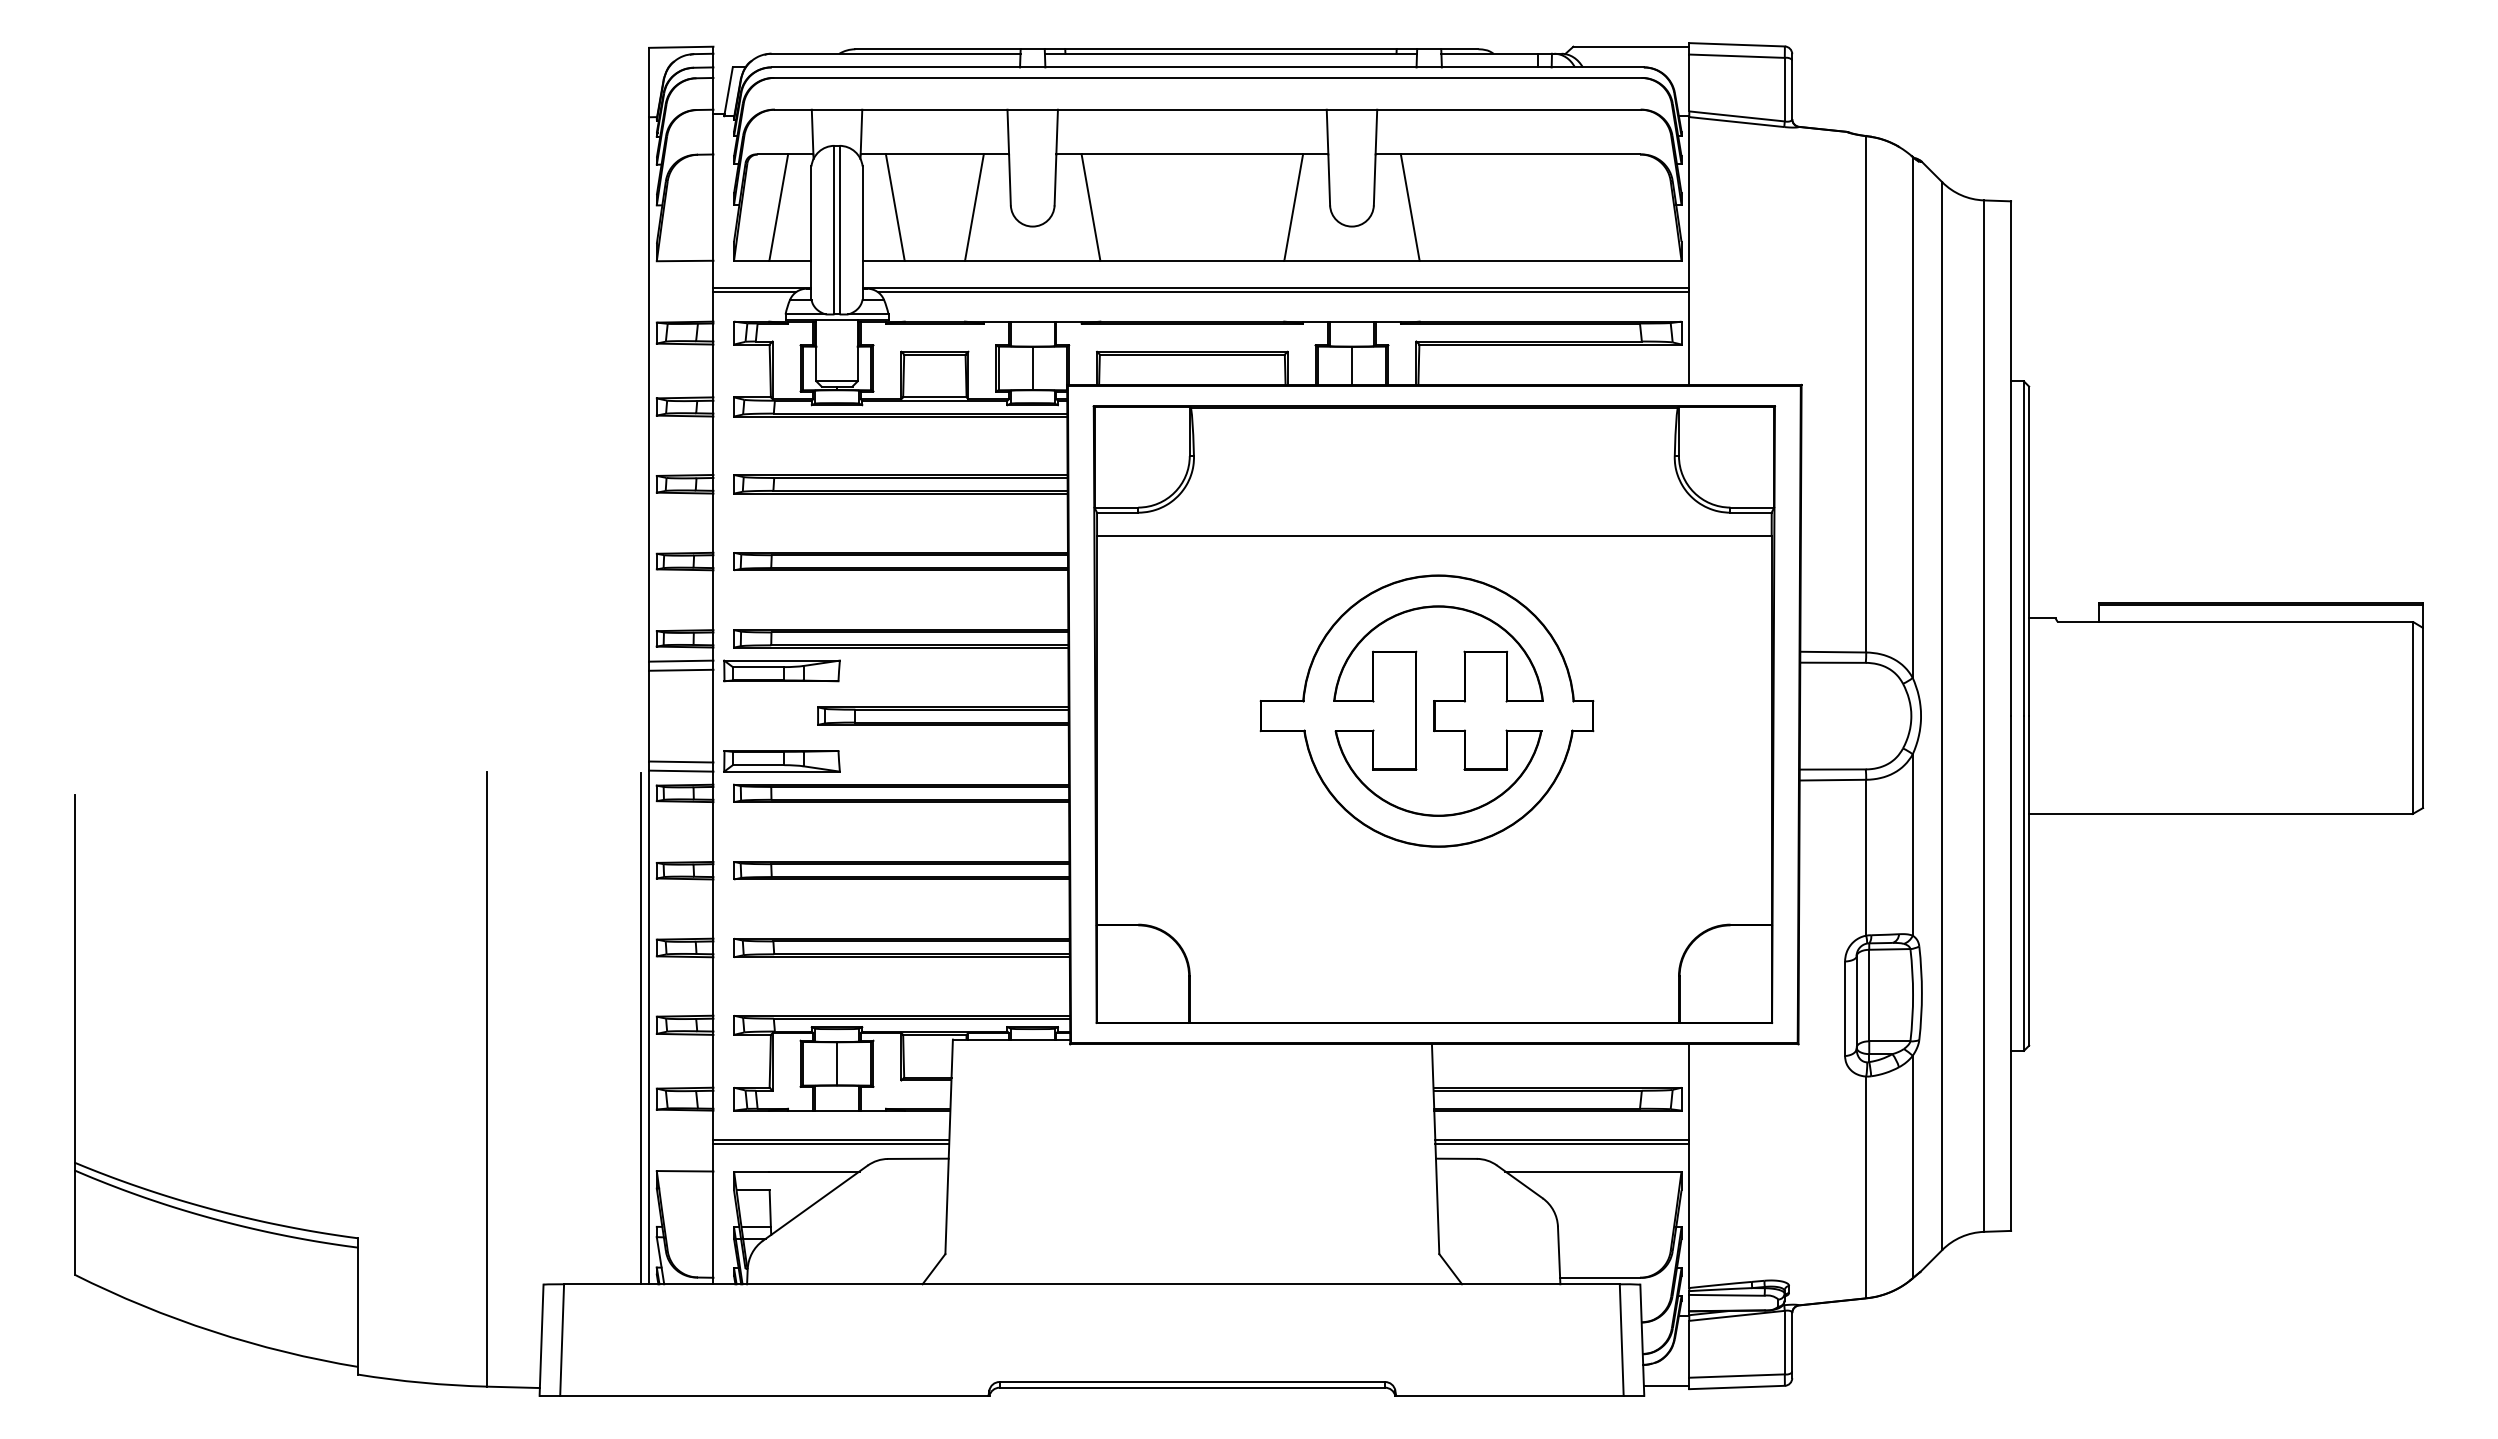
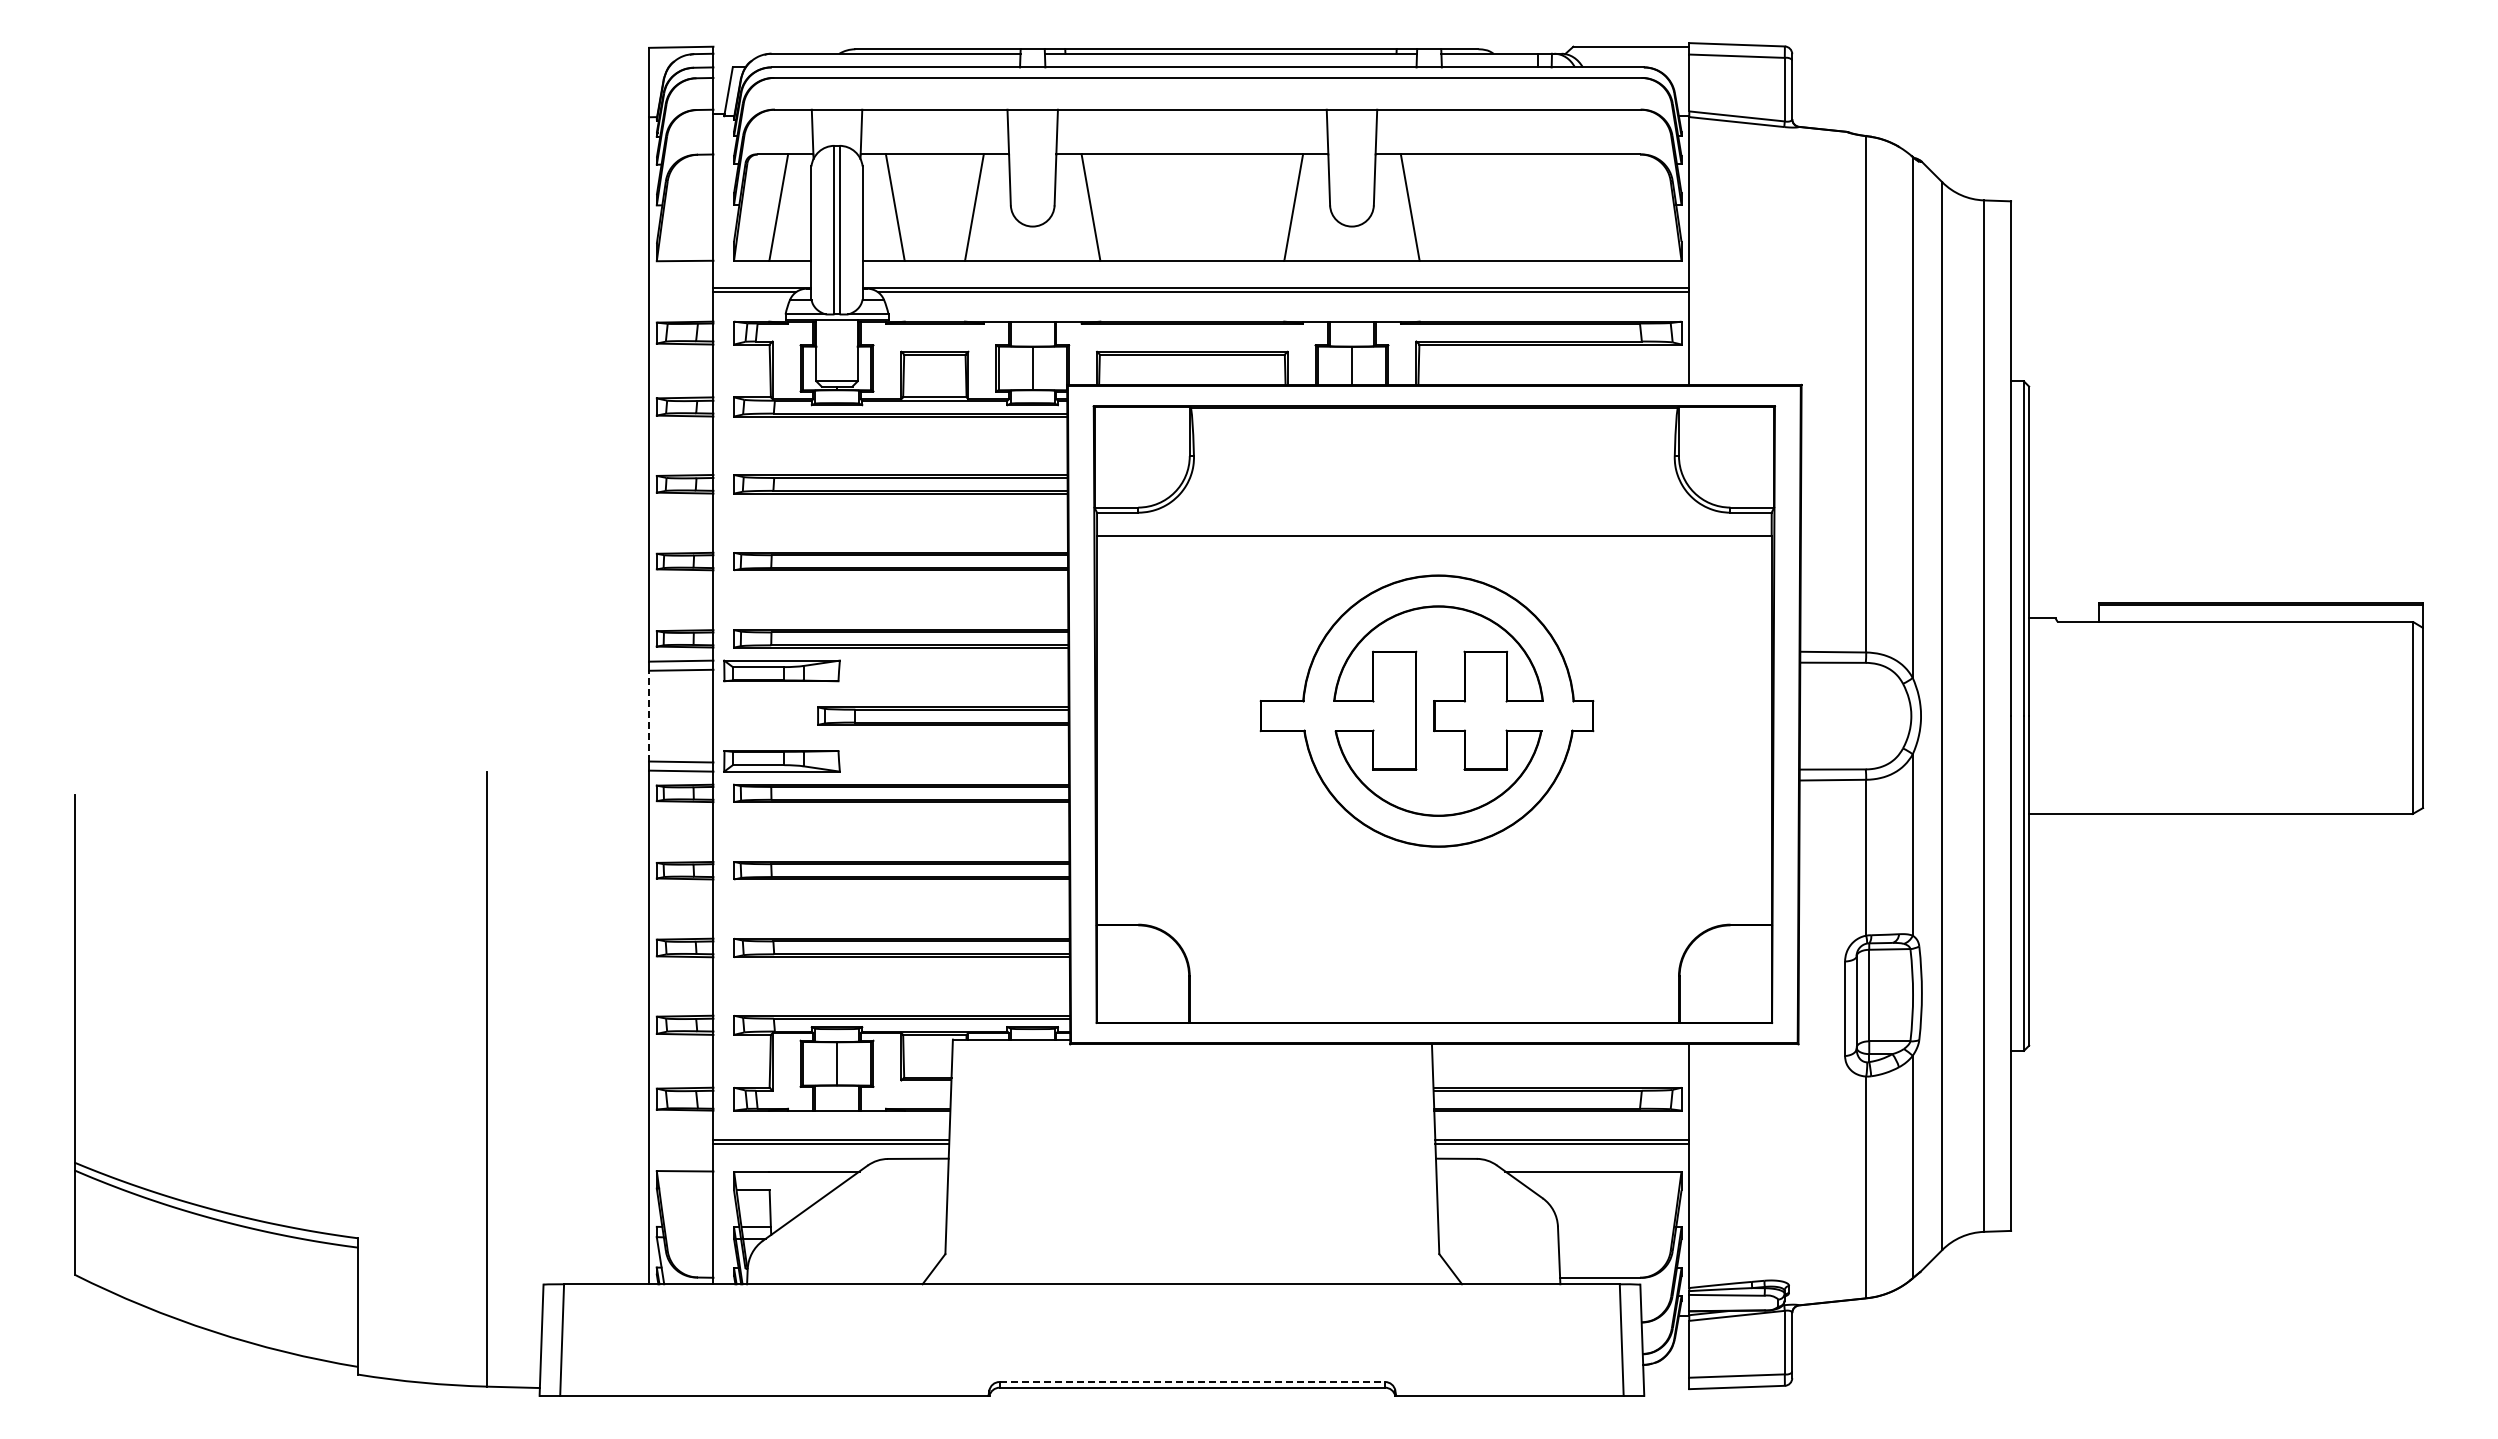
line at (649, 715): solid -> dashed
line at (641, 1028): present -> none
line at (1192, 1382): solid -> dashed
line at (1666, 1385): present -> none
